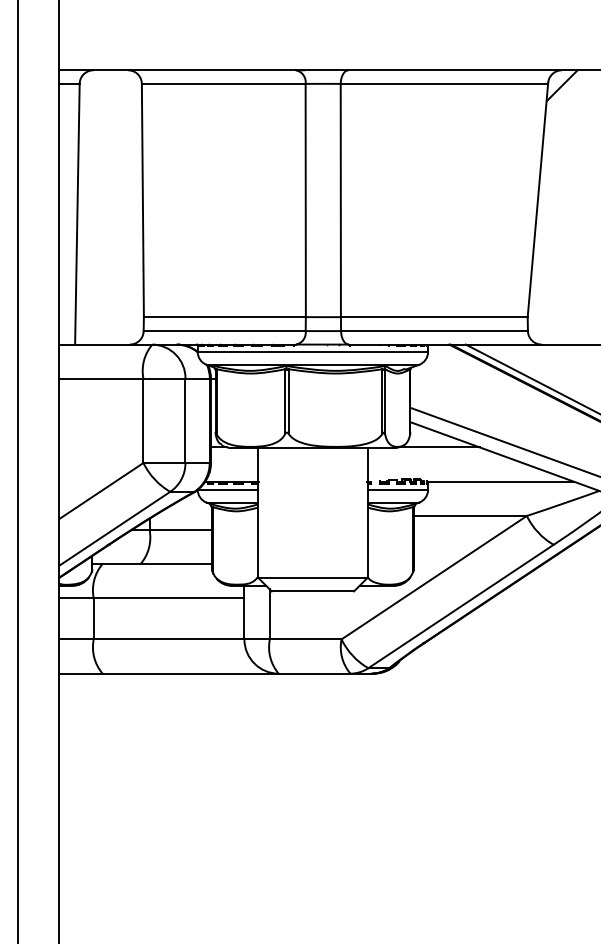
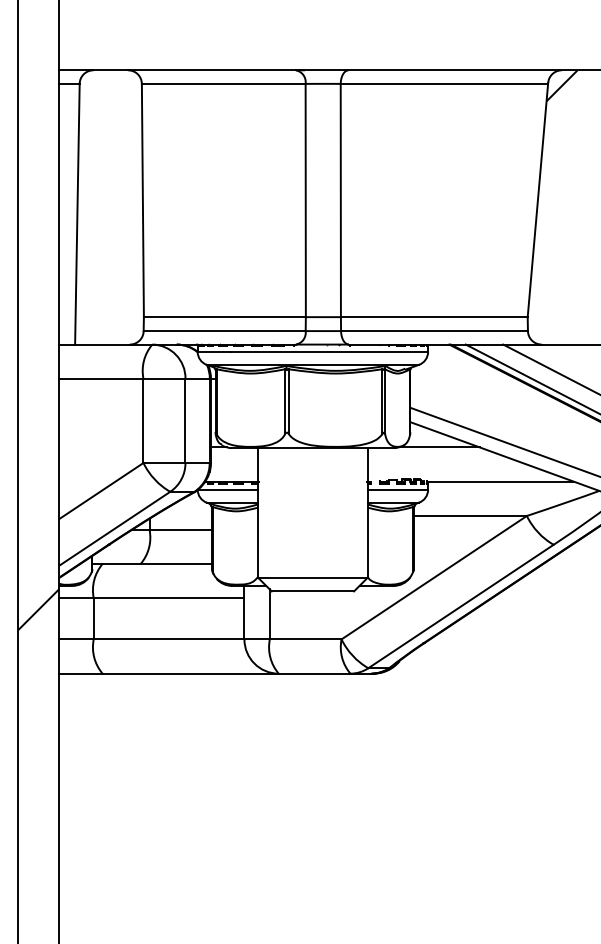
line at (550, 368): none -> present
hatch at (38, 609): none -> present
